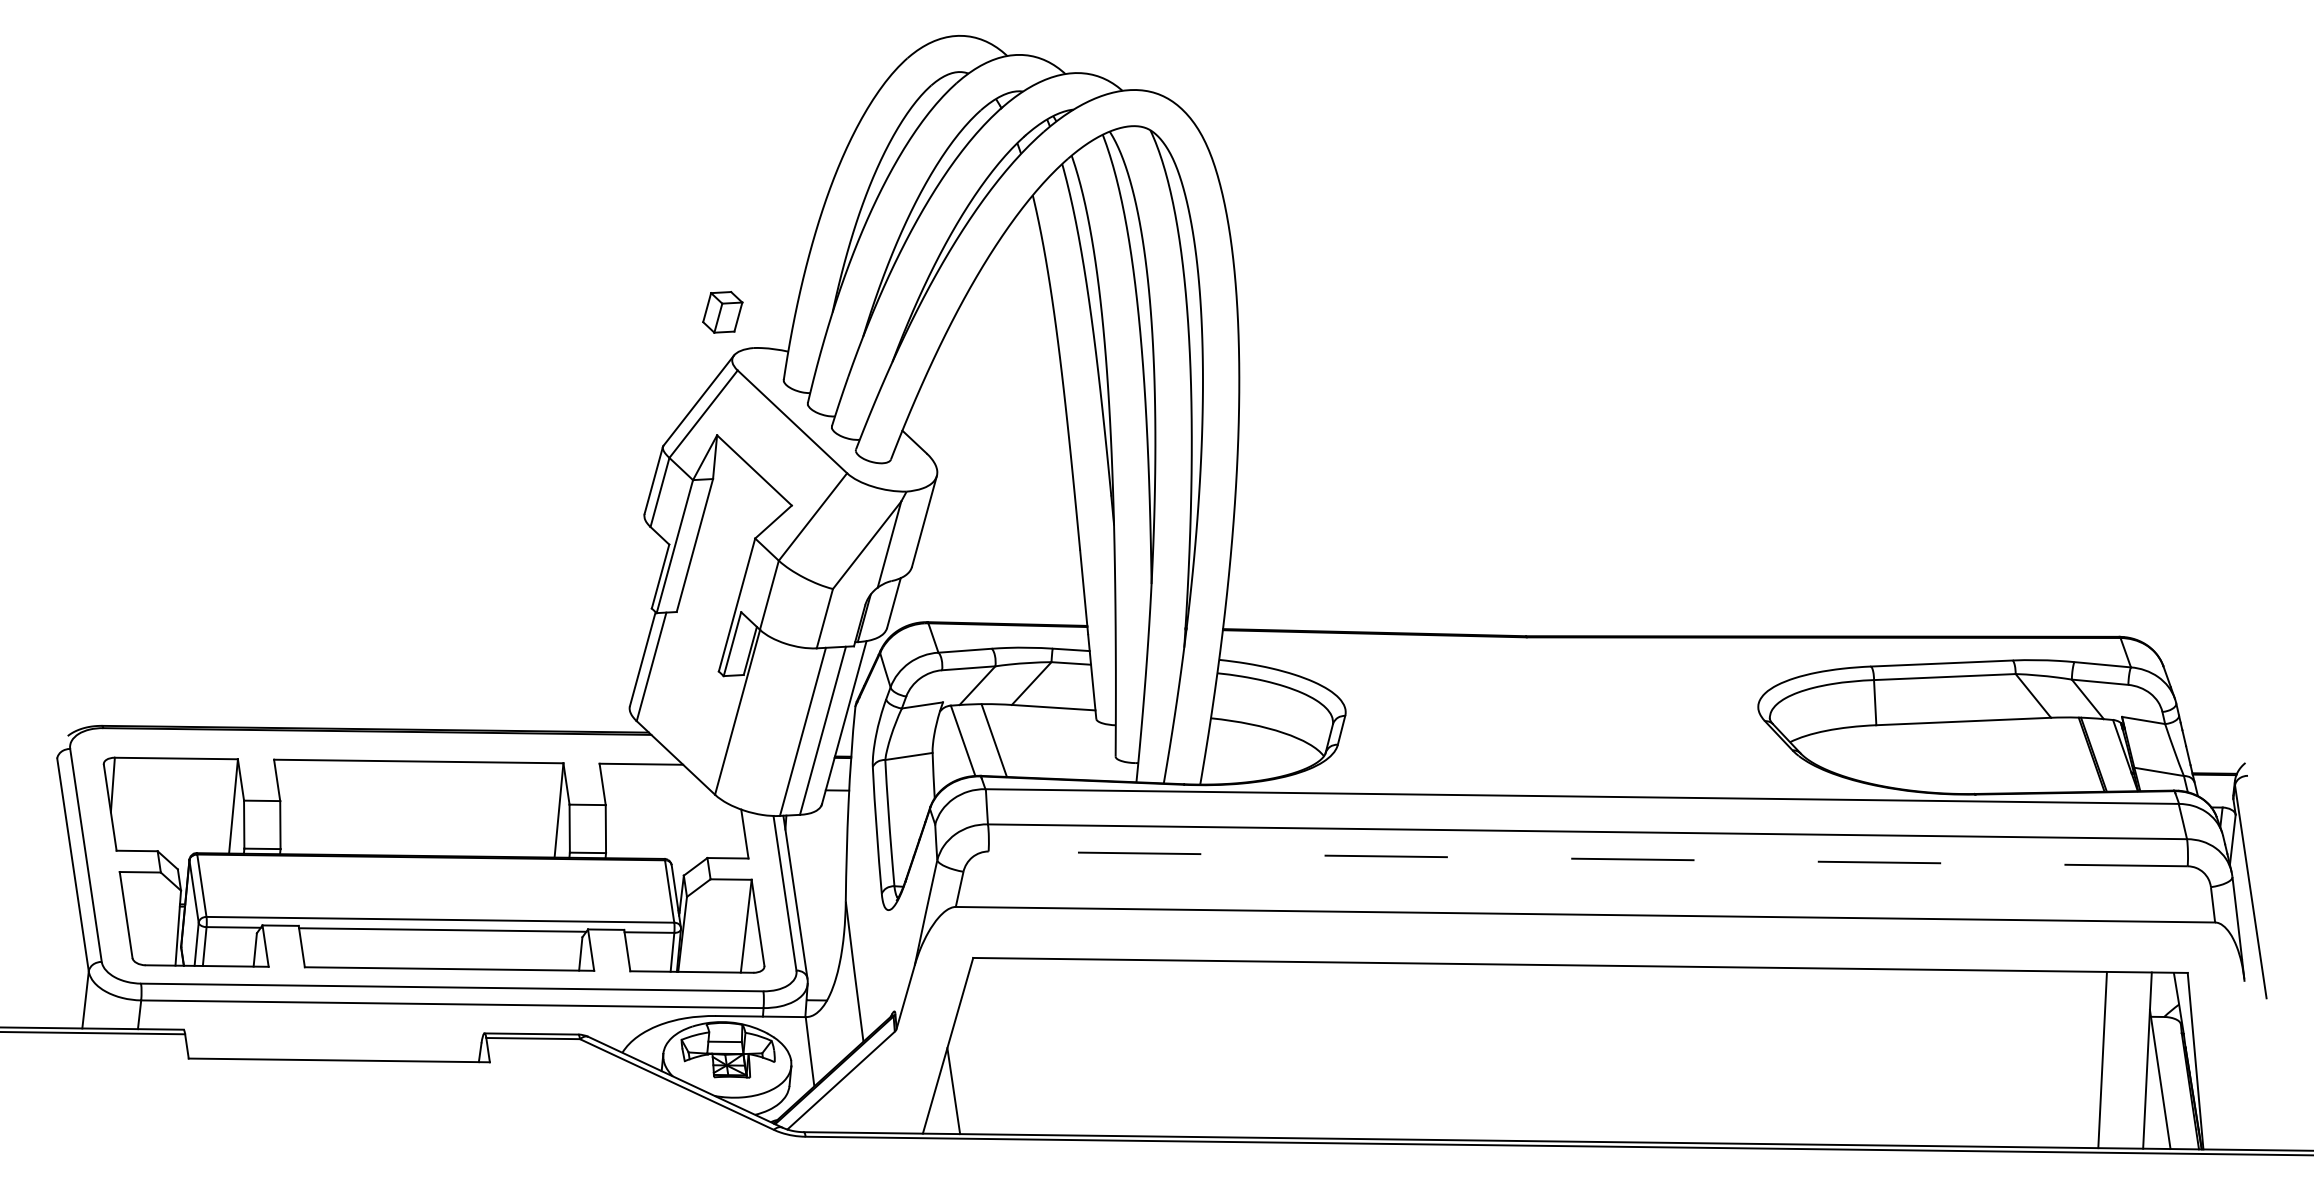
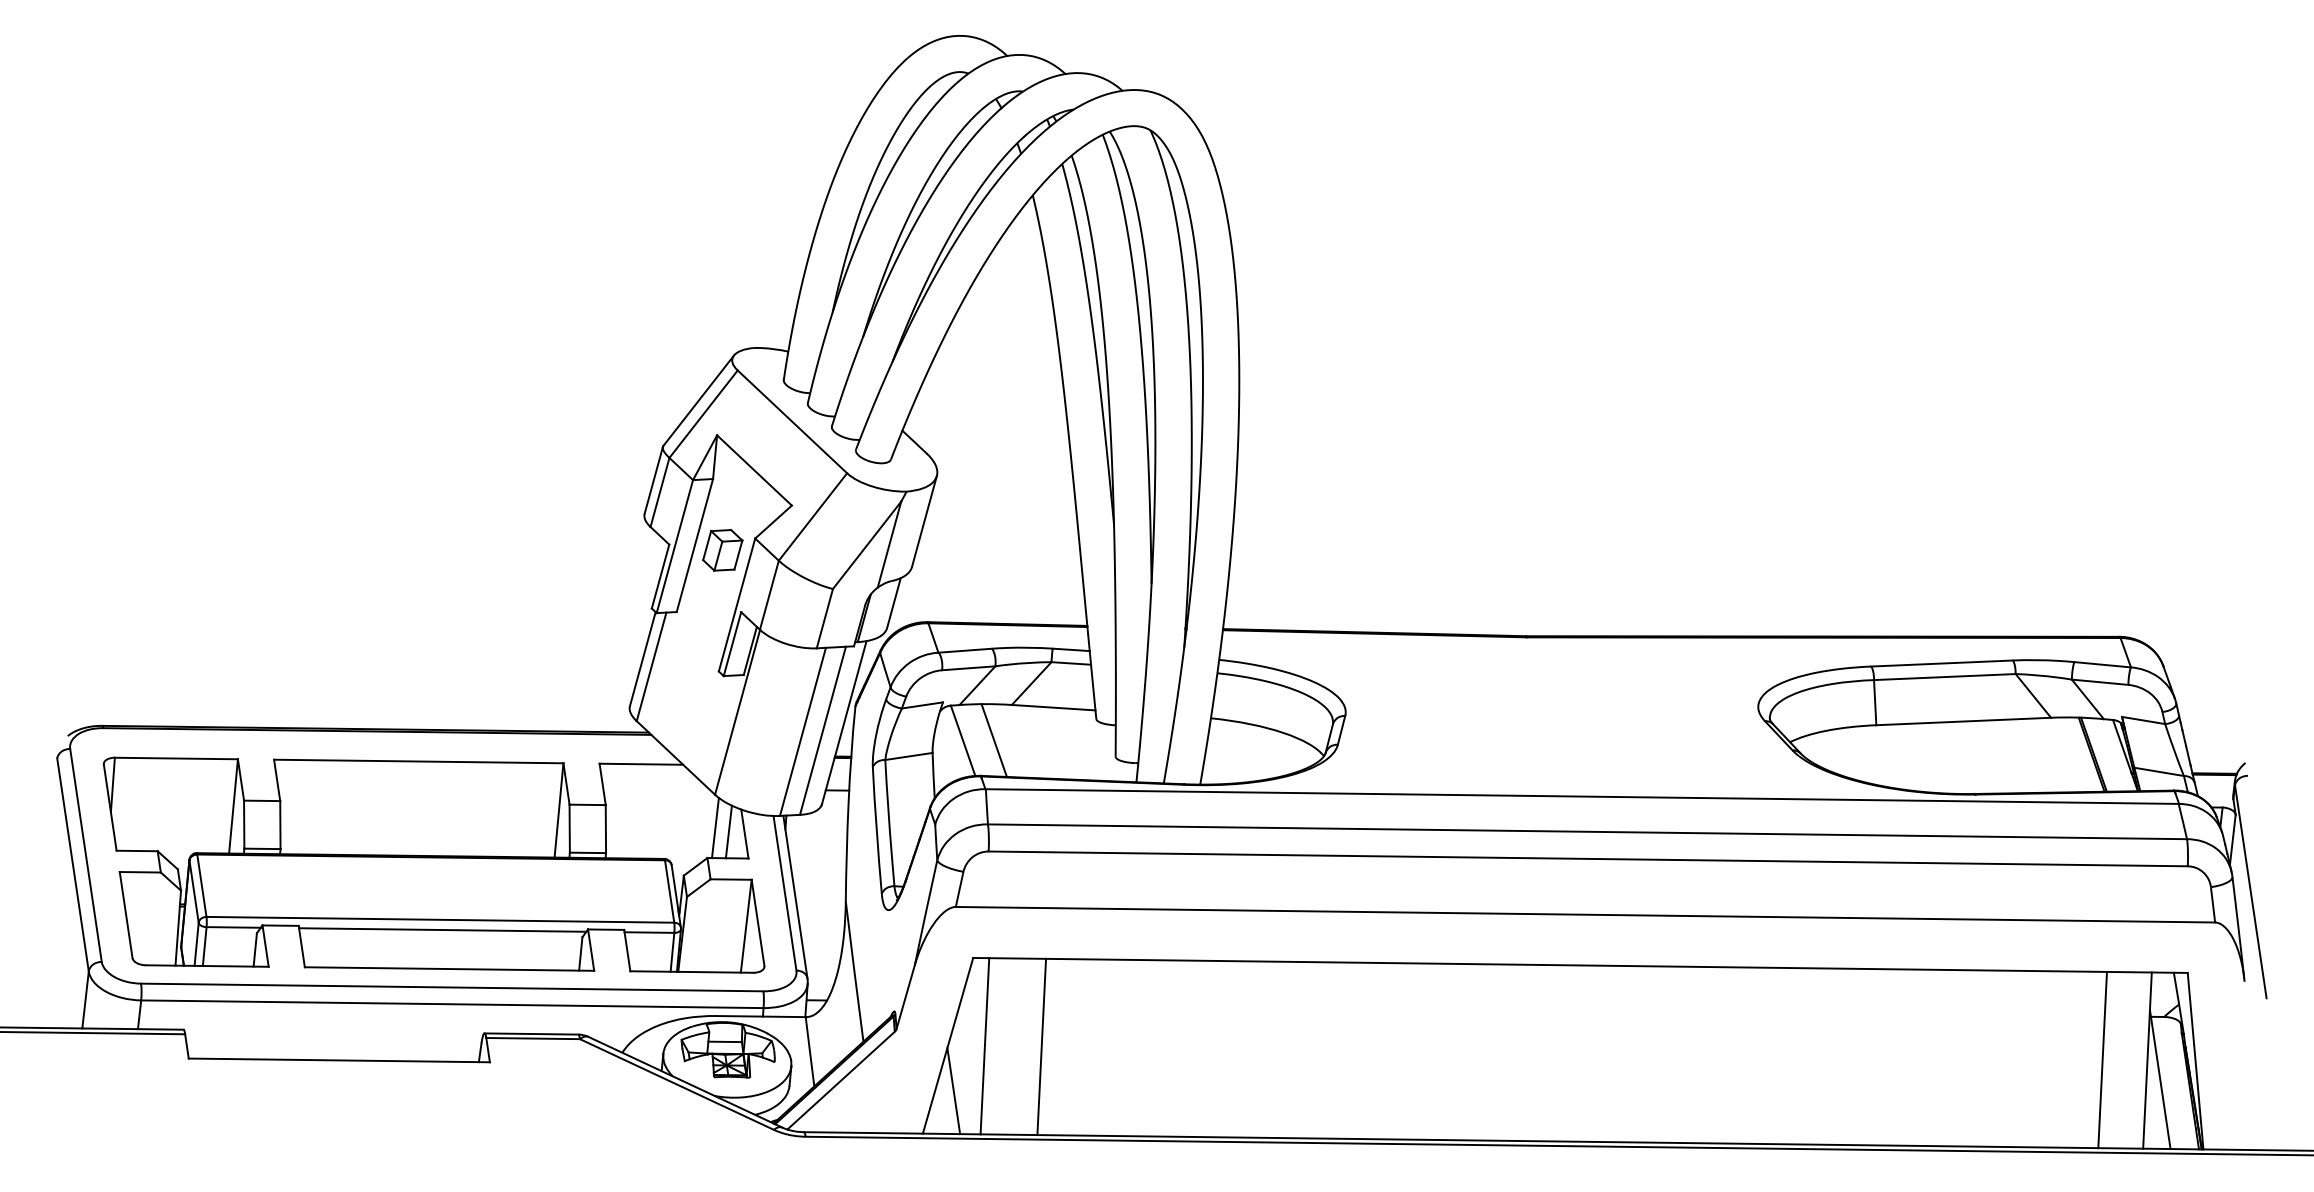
part at (722, 312) position: (722, 312) -> (722, 550)
line at (714, 827): none -> present
line at (728, 831): none -> present
line at (1588, 858): dashed -> solid
line at (984, 1046): none -> present
line at (1041, 1046): none -> present
